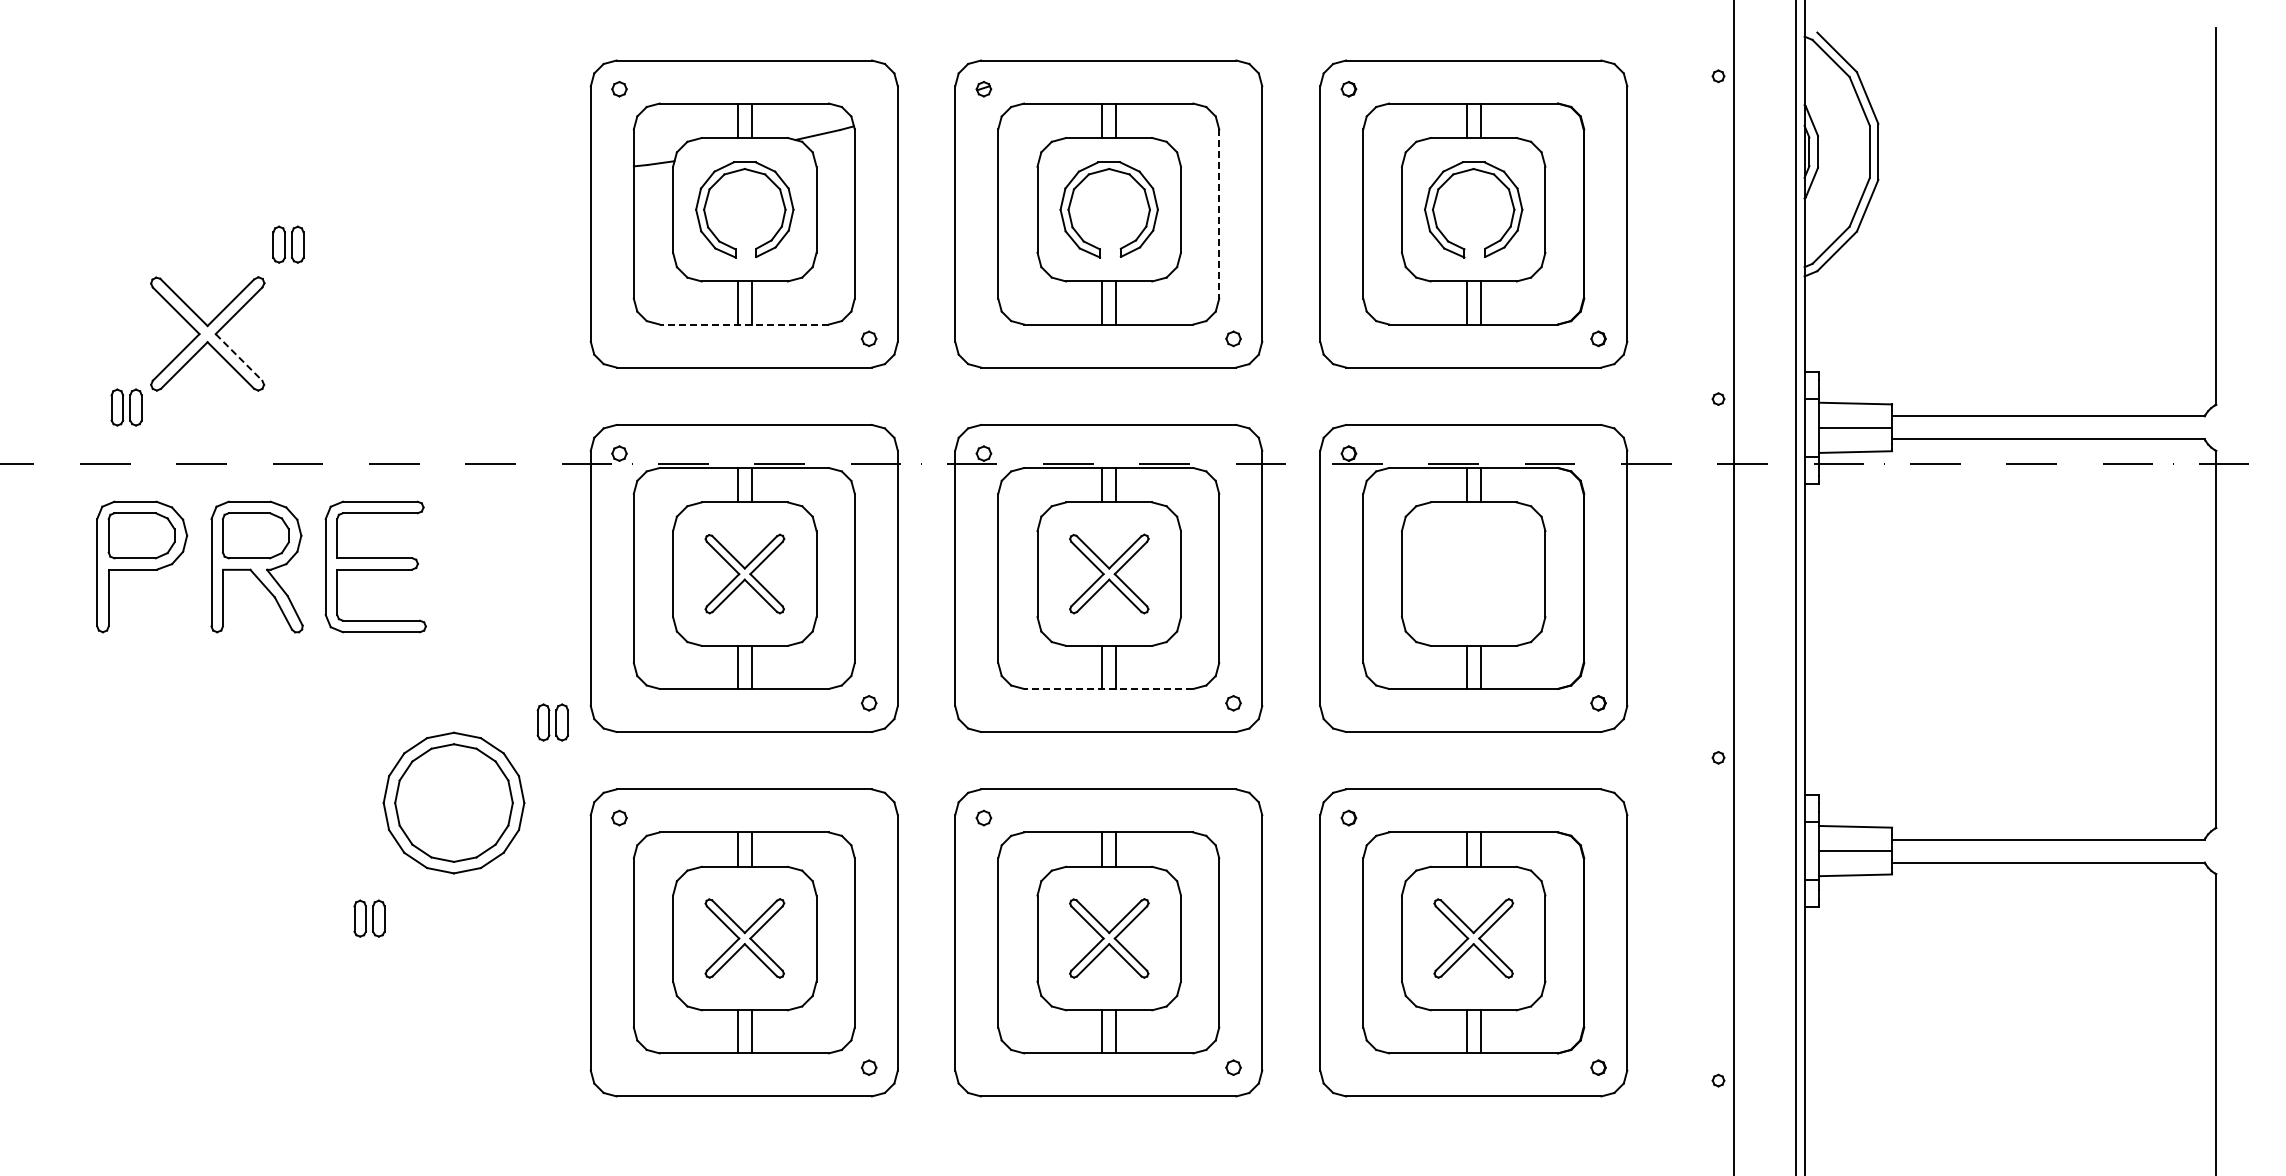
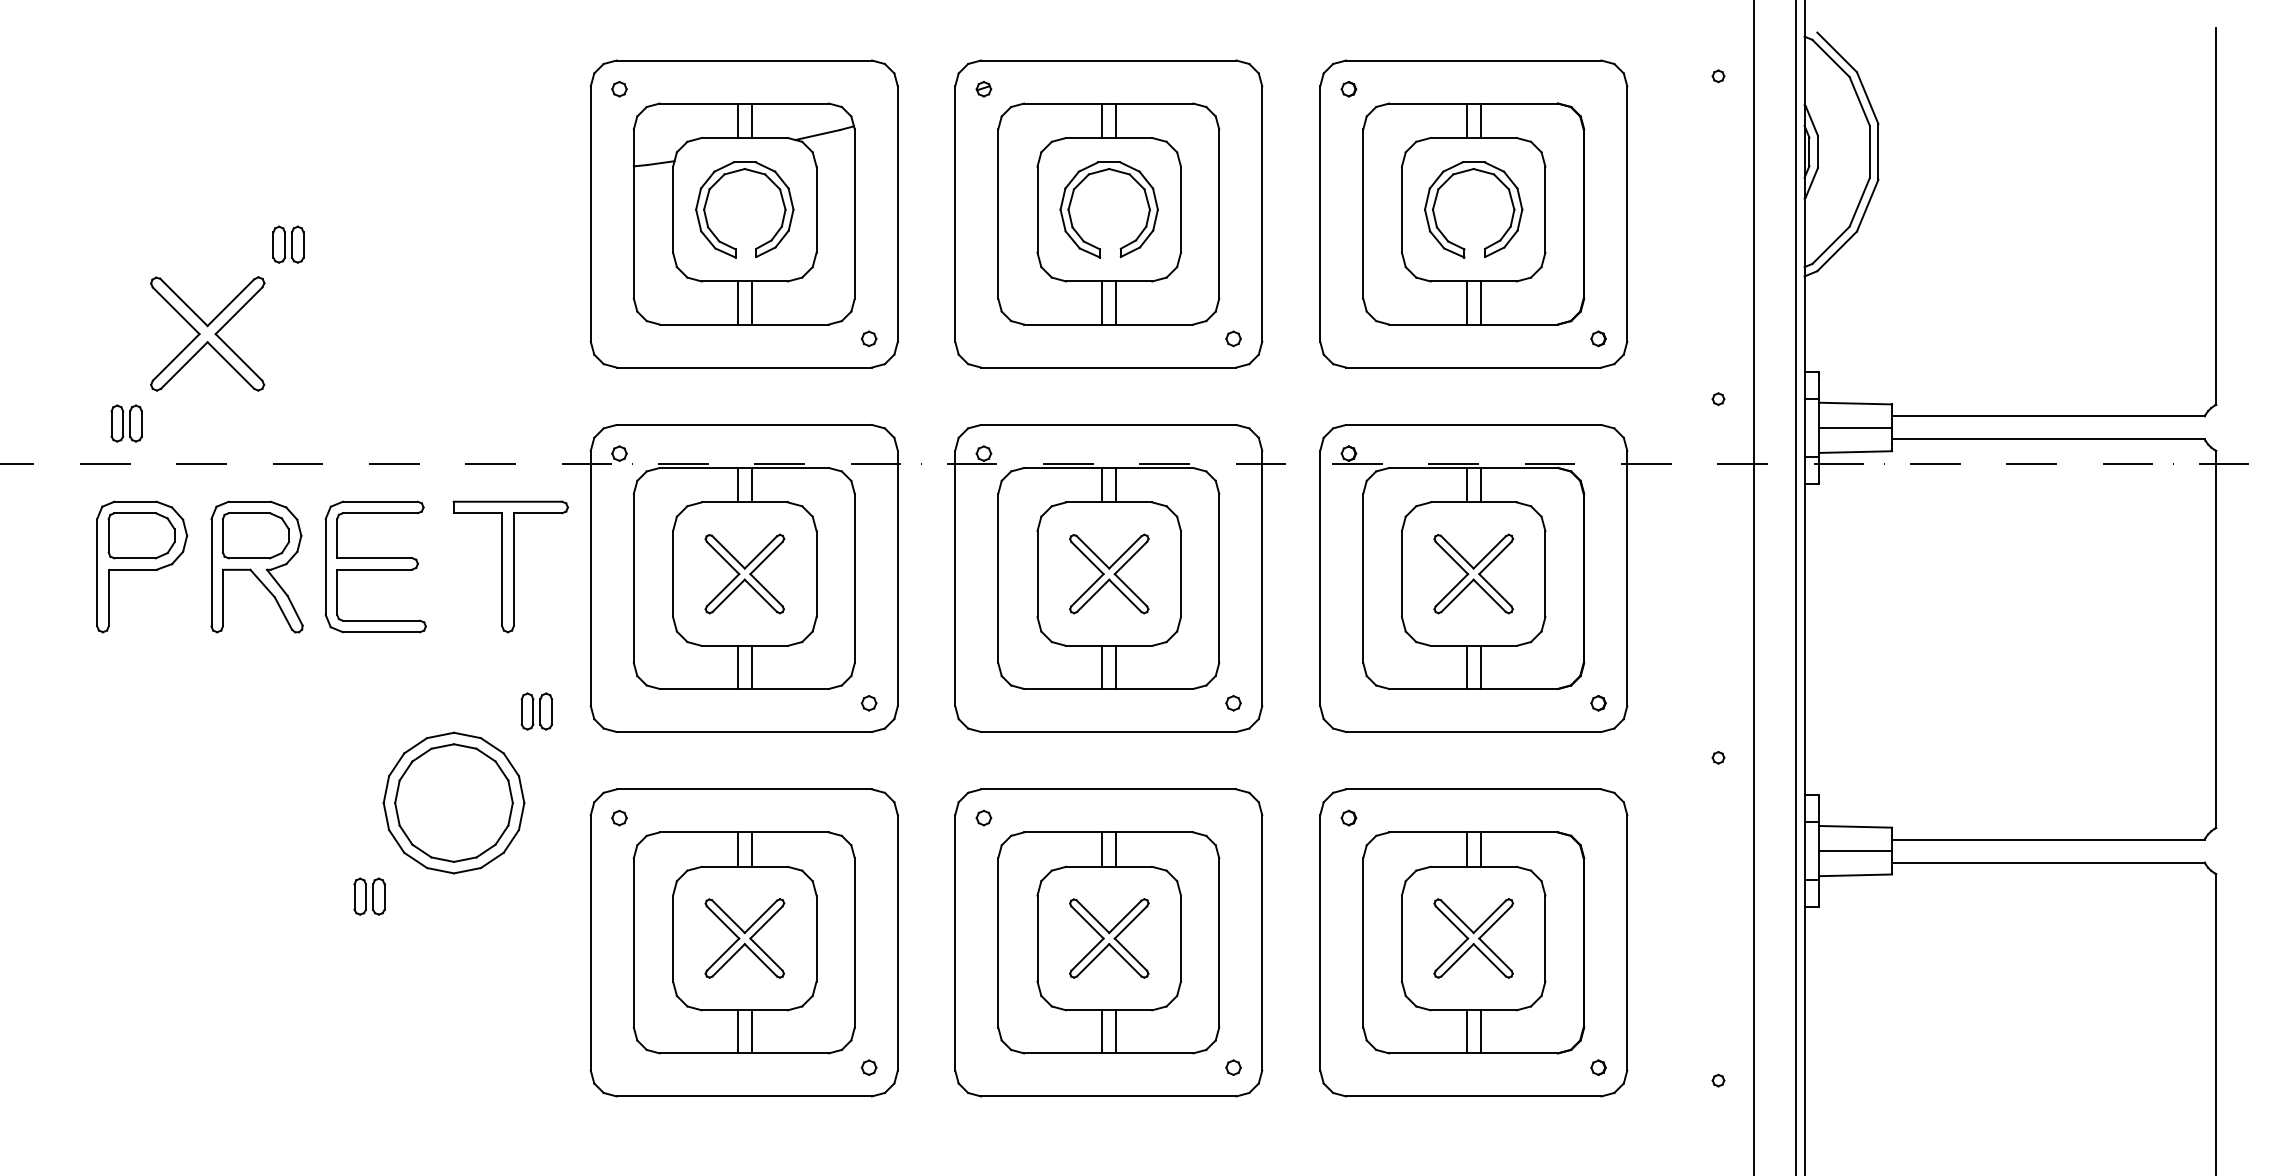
line at (1219, 214): dashed -> solid
line at (744, 324): dashed -> solid
line at (239, 357): dashed -> solid
part at (126, 407) position: (126, 407) -> (126, 423)
part at (510, 566): none -> present
part at (1473, 573): none -> present
line at (1734, 587) position: (1734, 587) -> (1754, 587)
line at (1108, 688): dashed -> solid
part at (552, 722) position: (552, 722) -> (536, 711)
part at (369, 918) position: (369, 918) -> (369, 896)
